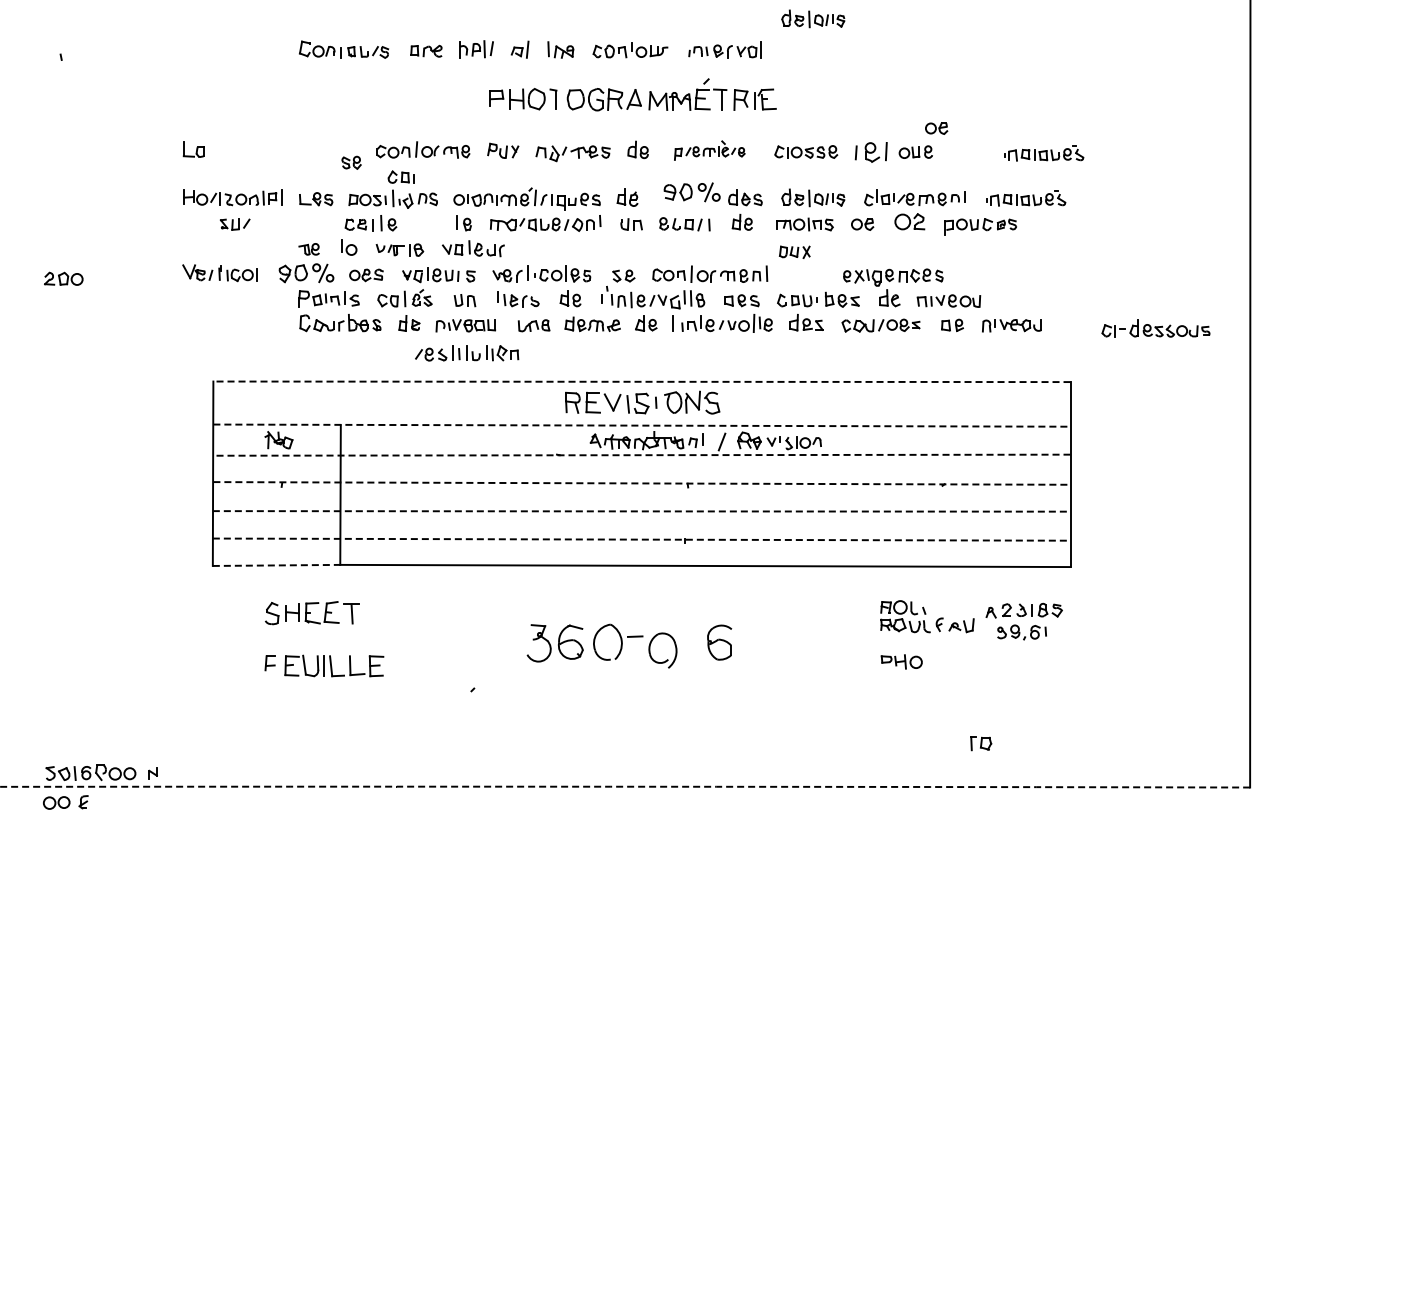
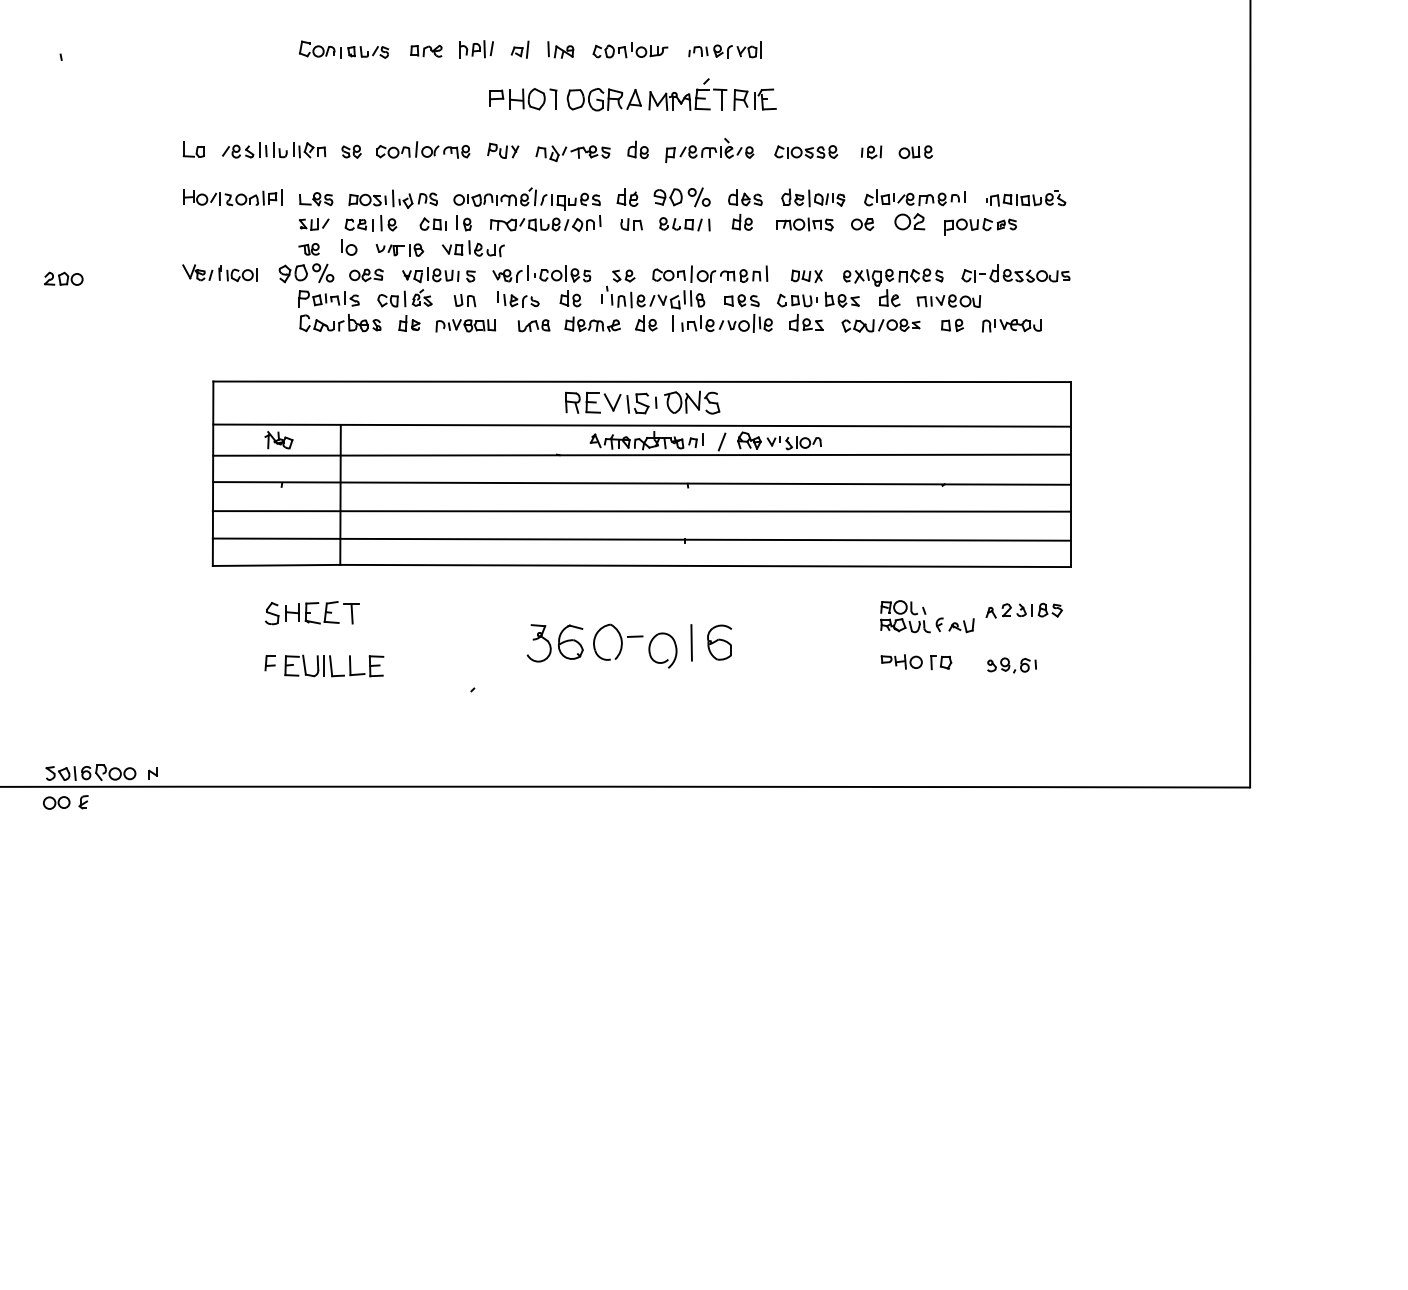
part at (813, 18): present -> none
part at (936, 128): present -> none
part at (709, 150) size: 72x21 px -> 90x26 px
part at (870, 152) size: 34x21 px -> 22x15 px
part at (1044, 153): present -> none
part at (351, 162) position: (351, 162) -> (351, 151)
part at (400, 176) position: (400, 176) -> (432, 223)
part at (691, 192) position: (691, 192) -> (681, 197)
part at (234, 224) position: (234, 224) -> (313, 224)
part at (794, 251) position: (794, 251) -> (806, 275)
part at (1155, 328) position: (1155, 328) -> (1015, 273)
part at (467, 353) position: (467, 353) -> (274, 150)
line at (641, 381): dashed -> solid
line at (641, 425): dashed -> solid
line at (641, 455): dashed -> solid
line at (641, 483): dashed -> solid
line at (641, 511): dashed -> solid
line at (641, 539): dashed -> solid
line at (276, 565): dashed -> solid
part at (1021, 632) position: (1021, 632) -> (1011, 665)
line at (691, 642): none -> present
part at (981, 743) position: (981, 743) -> (941, 662)
arc at (624, 786): dashed -> solid
